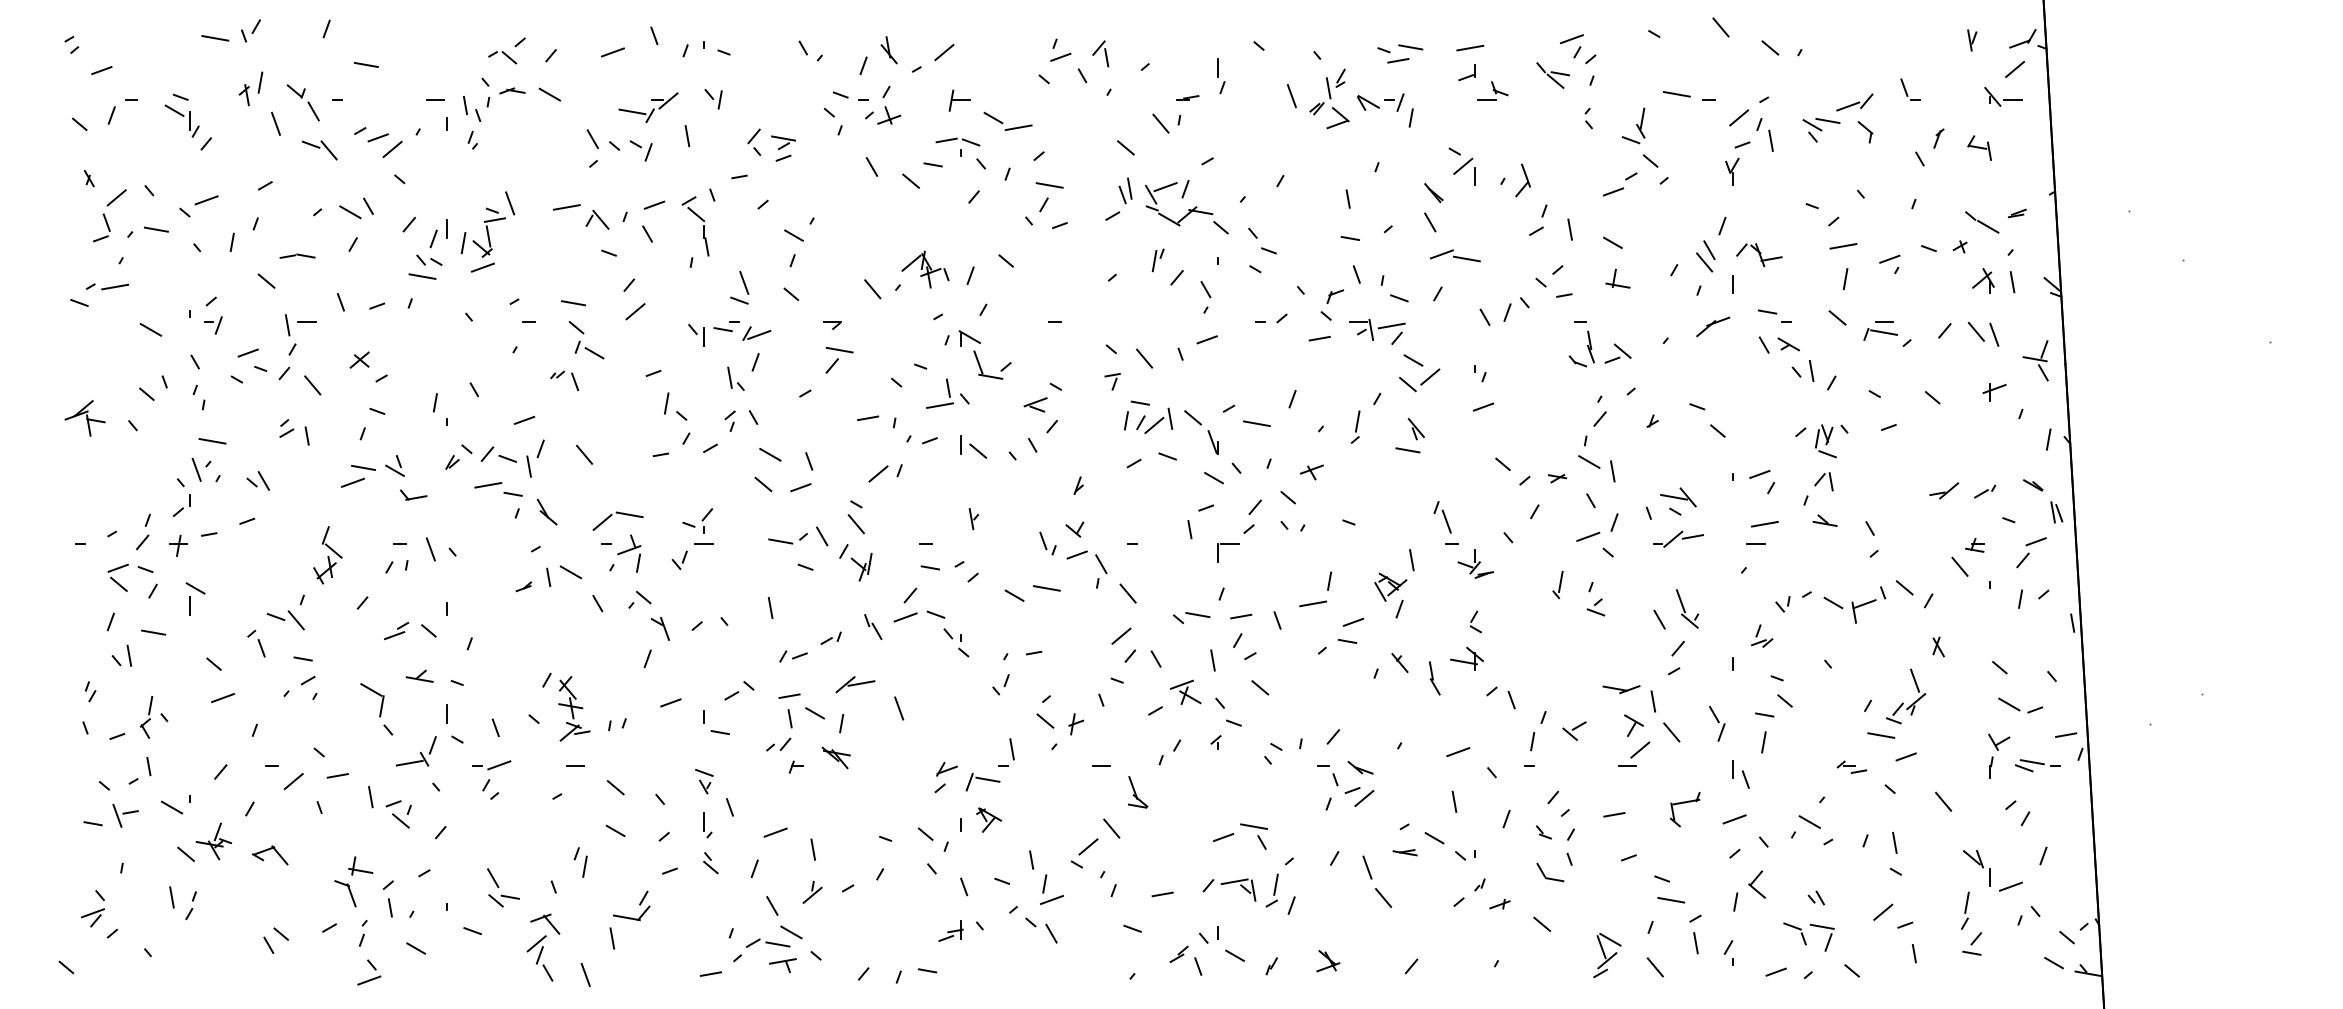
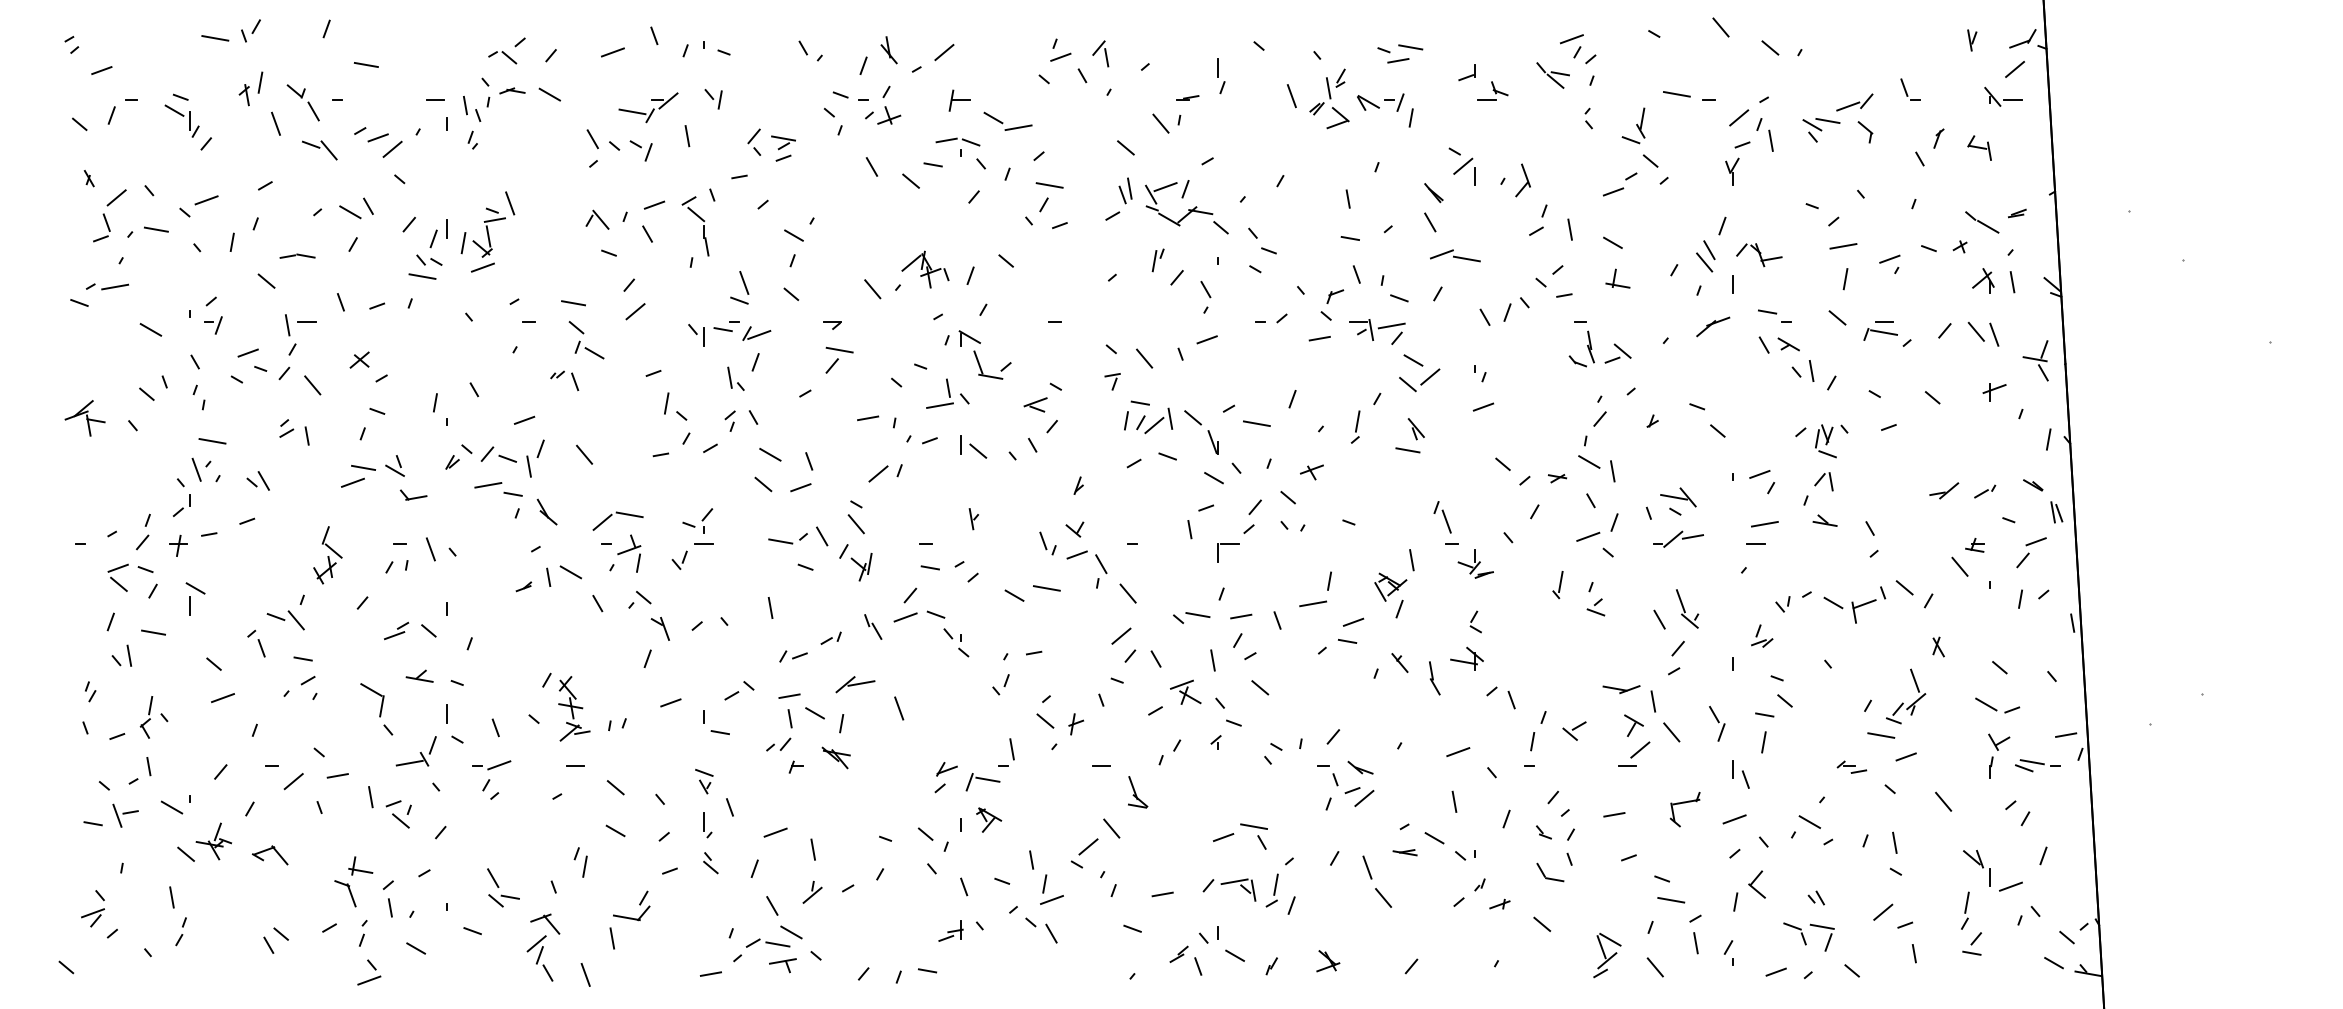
line at (1470, 47): present -> none
line at (566, 207): present -> none
part at (2020, 705) position: (2020, 705) -> (1997, 705)
part at (190, 905) position: (190, 905) -> (180, 931)
